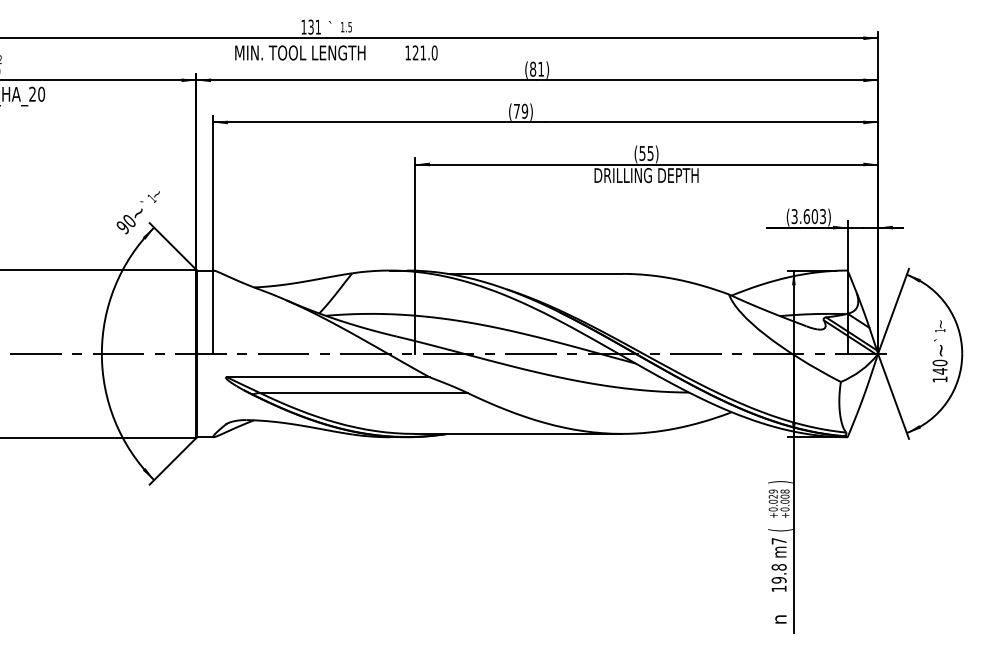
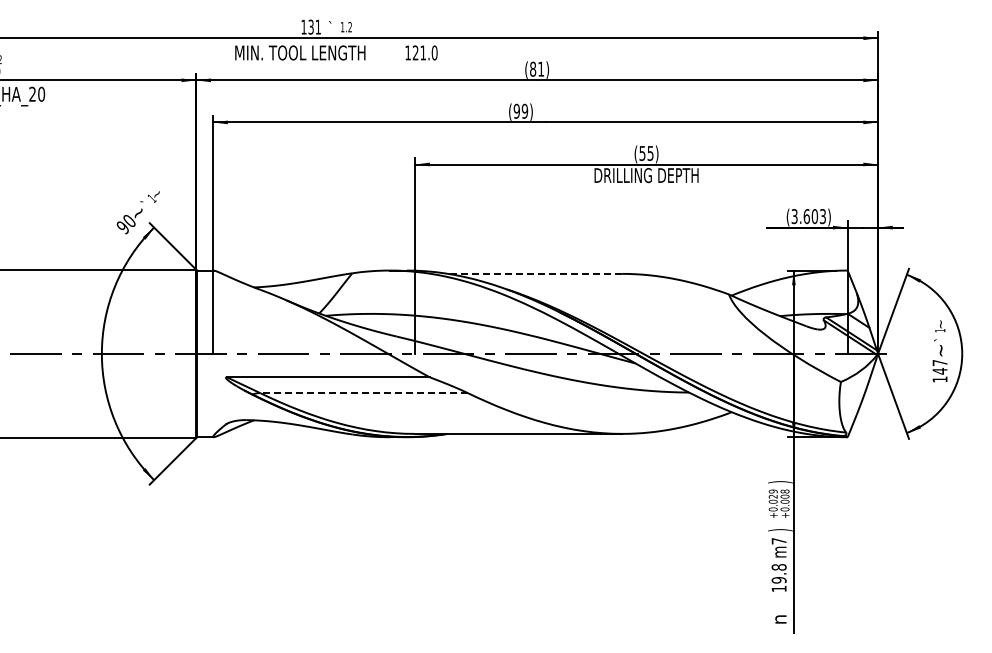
text at (349, 27): 1.5 -> 1.2
text at (516, 110): (79) -> (99)
line at (535, 273): solid -> dashed
text at (939, 362): 140 -> 147
line at (364, 393): solid -> dashed
text at (780, 530): ( -> )
